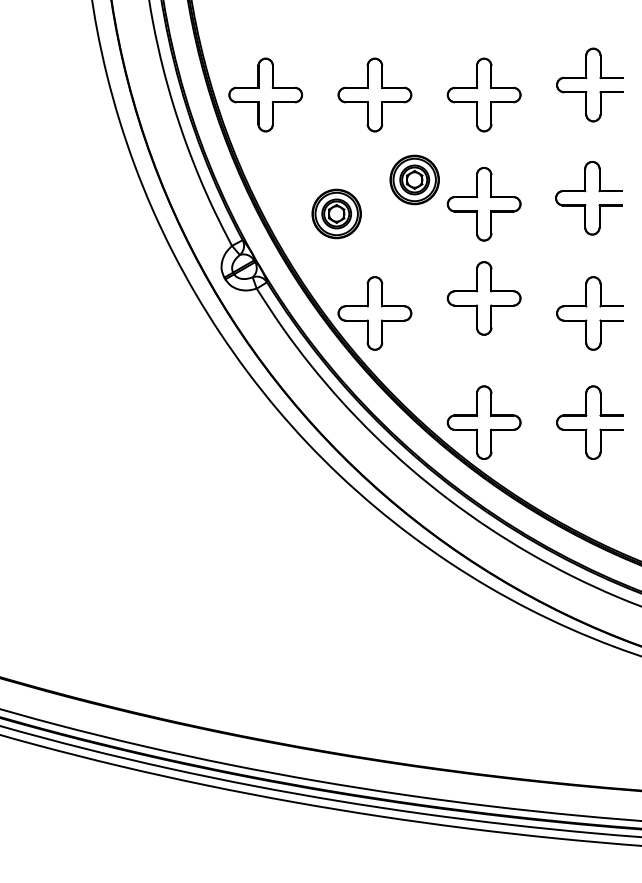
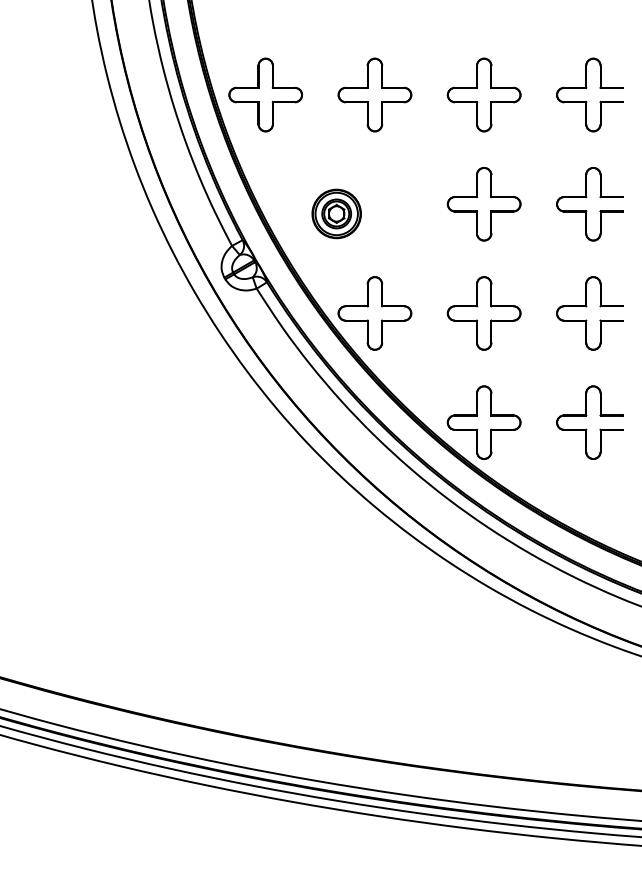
part at (587, 78) position: (587, 78) -> (587, 88)
part at (414, 179): present -> none
part at (585, 192) position: (585, 192) -> (586, 198)
part at (483, 298) position: (483, 298) -> (483, 313)
